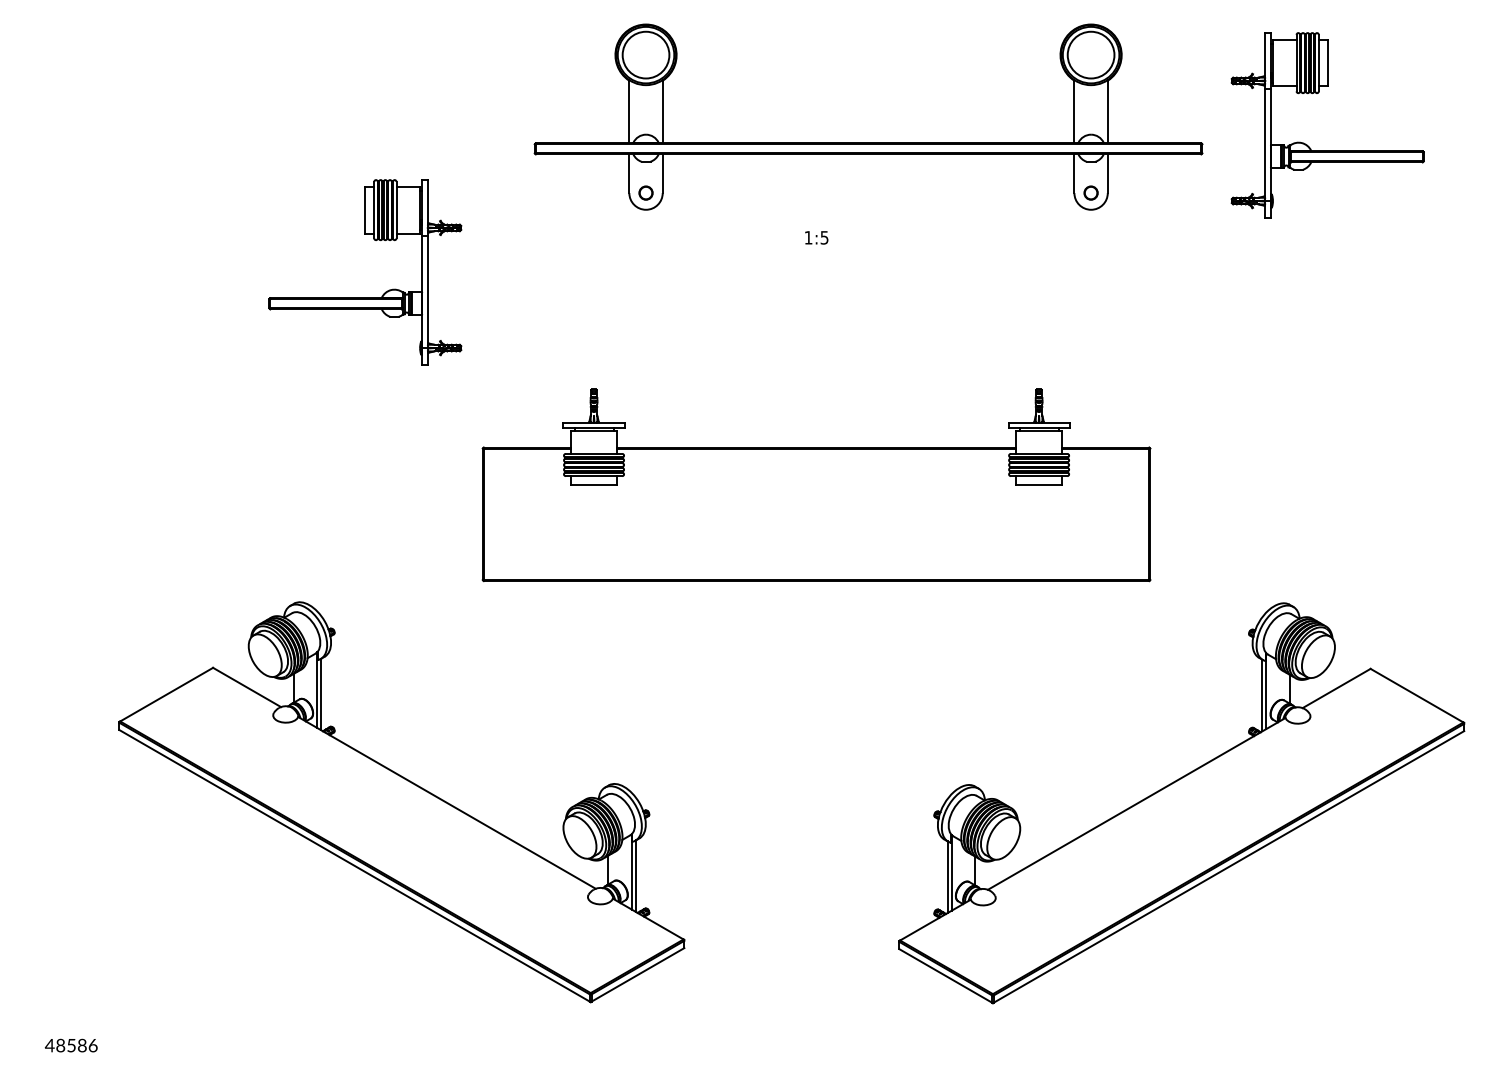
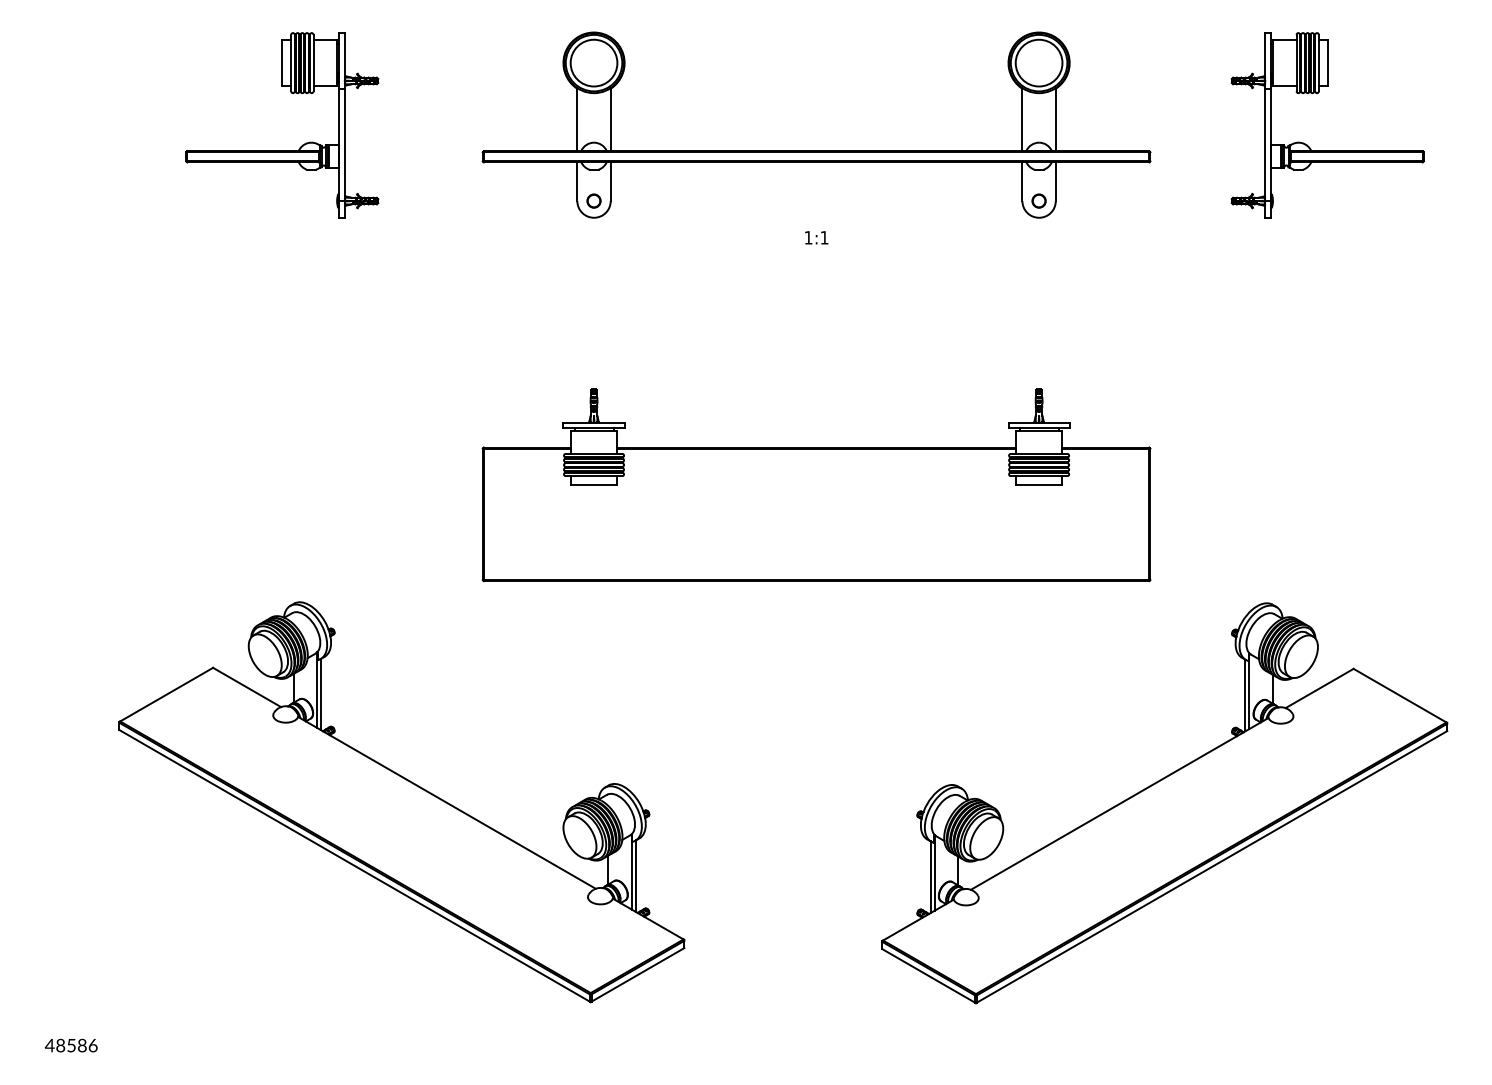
part at (868, 142) position: (868, 142) -> (816, 150)
text at (824, 237): 1:5 -> 1:1
part at (365, 297) position: (365, 297) -> (282, 150)
part at (1181, 803) position: (1181, 803) -> (1164, 803)
